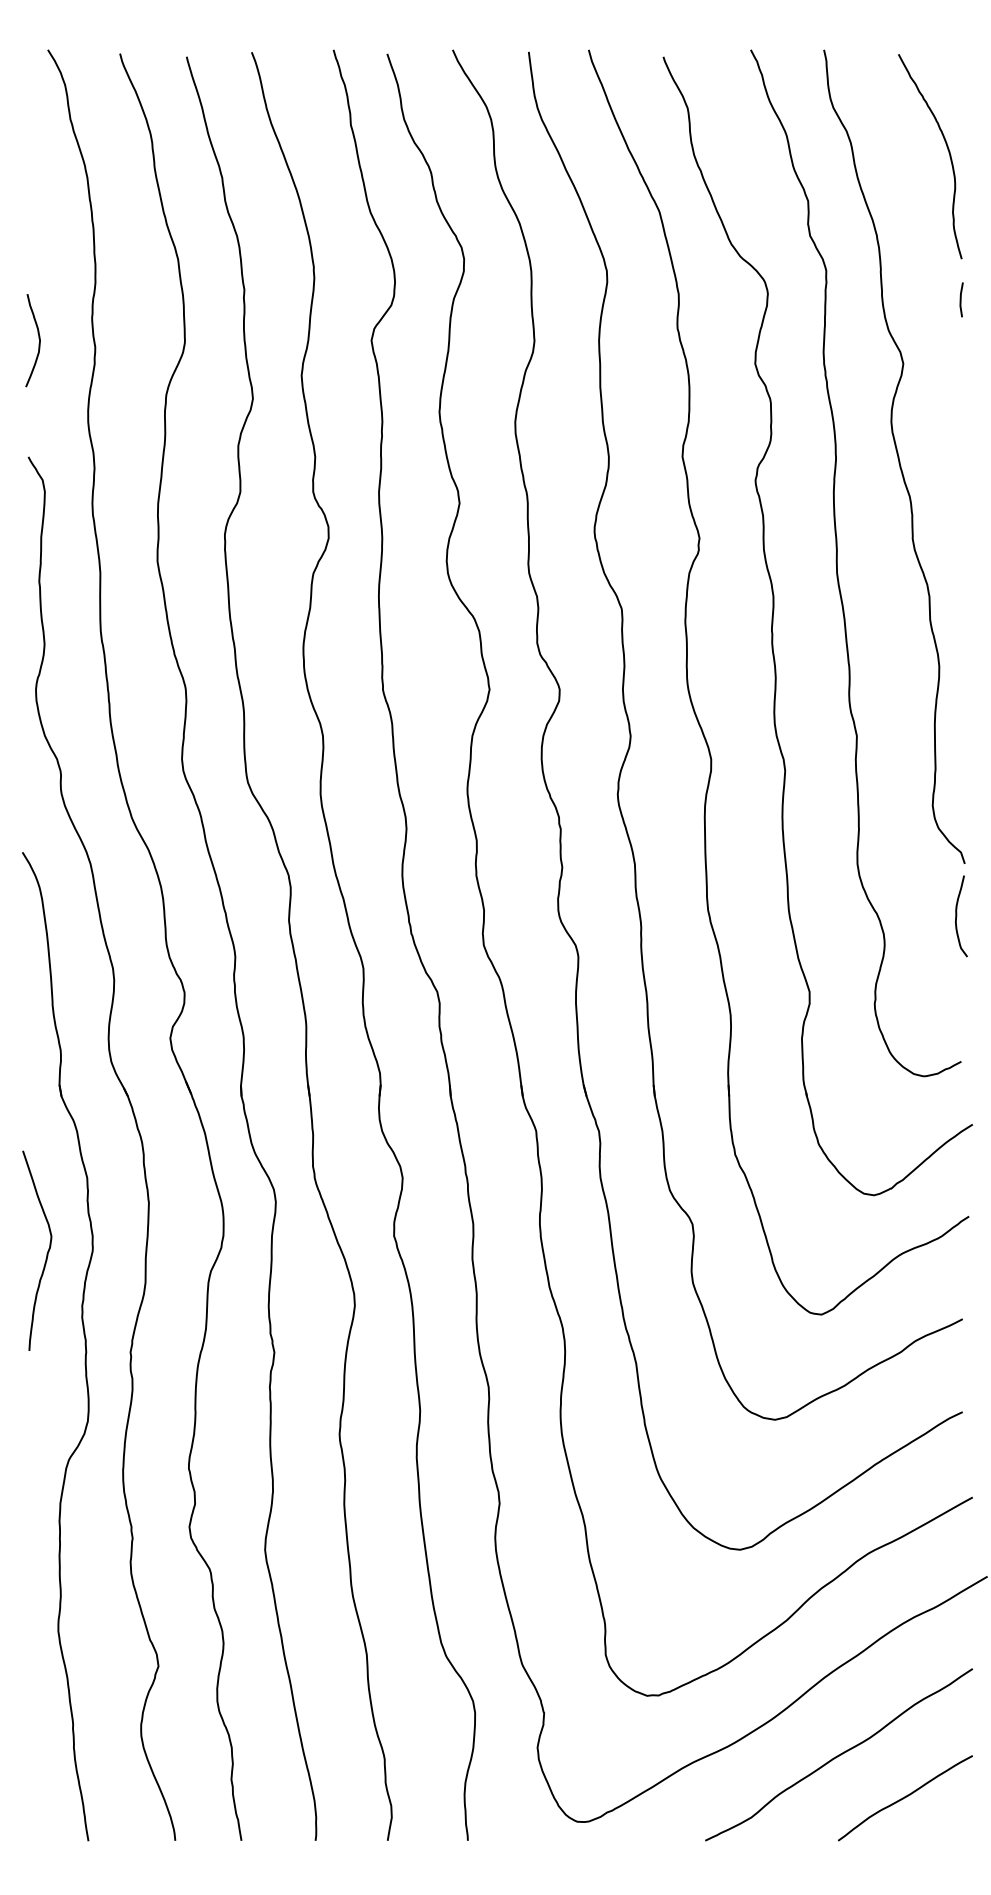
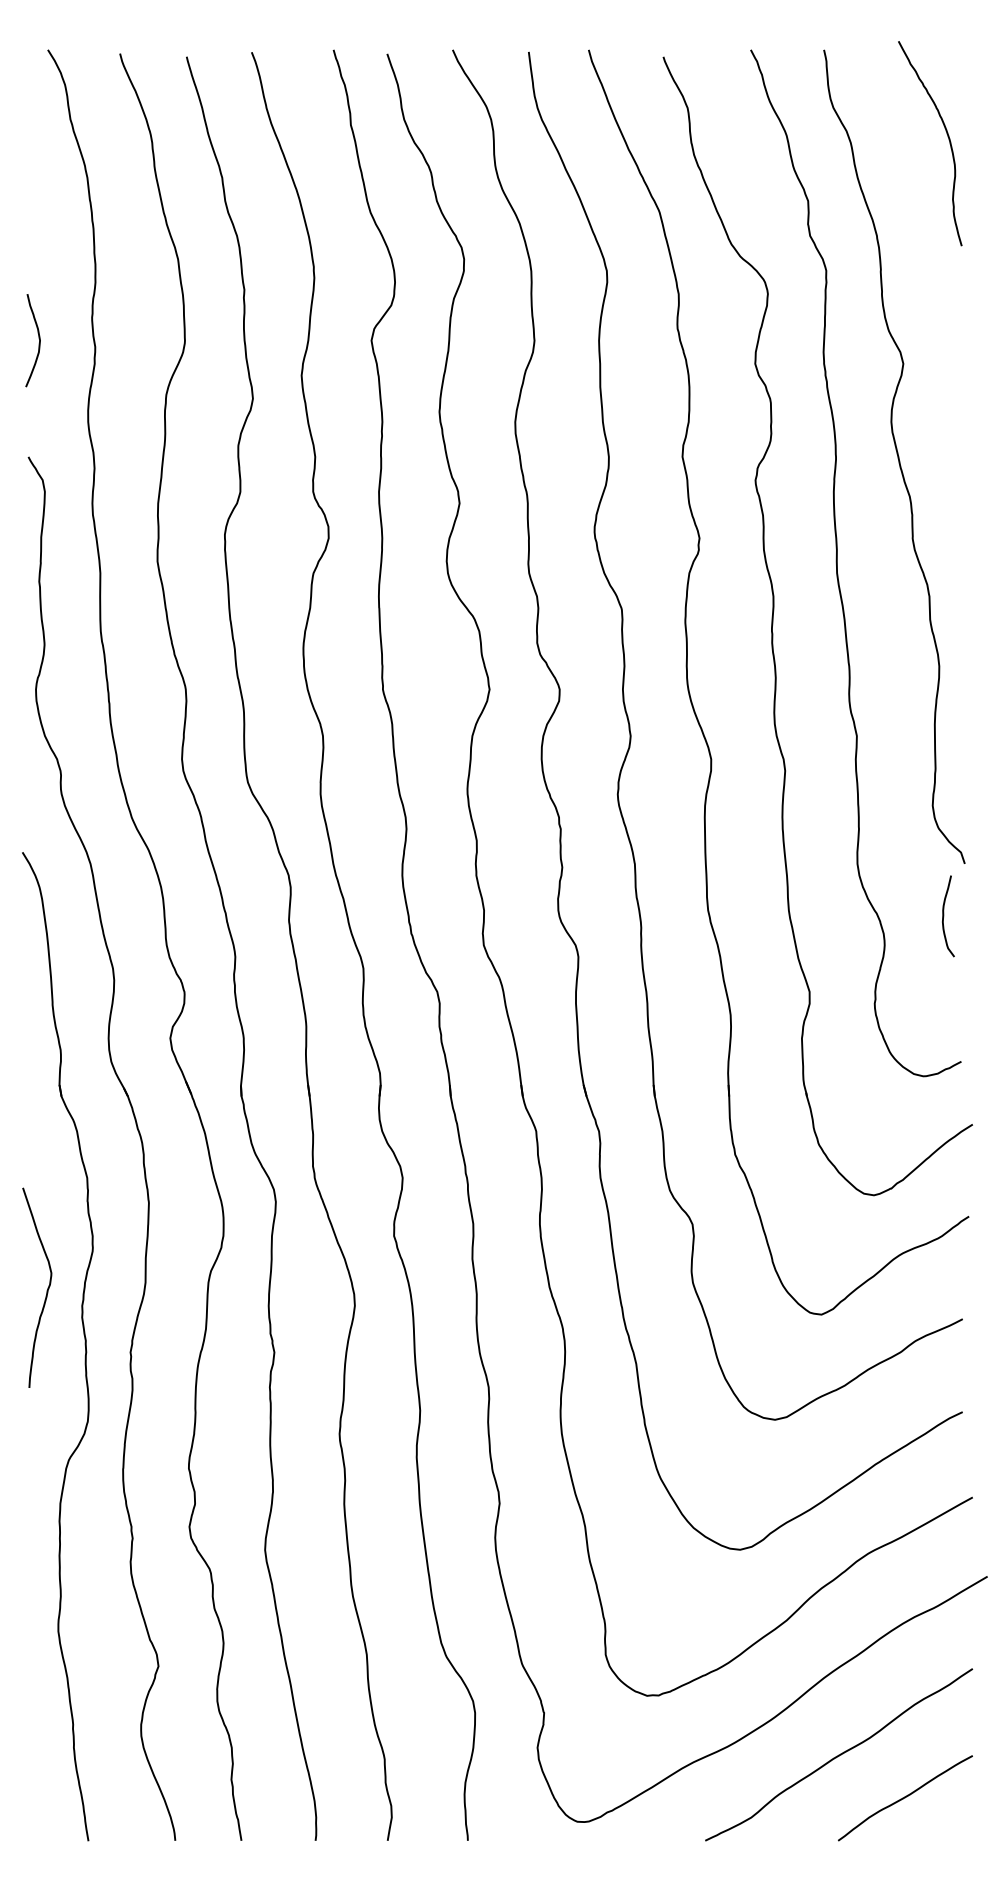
curve at (948, 153) position: (948, 153) -> (948, 140)
line at (961, 299): present -> none
curve at (957, 916) position: (957, 916) -> (944, 916)
curve at (46, 1253) position: (46, 1253) -> (46, 1290)
